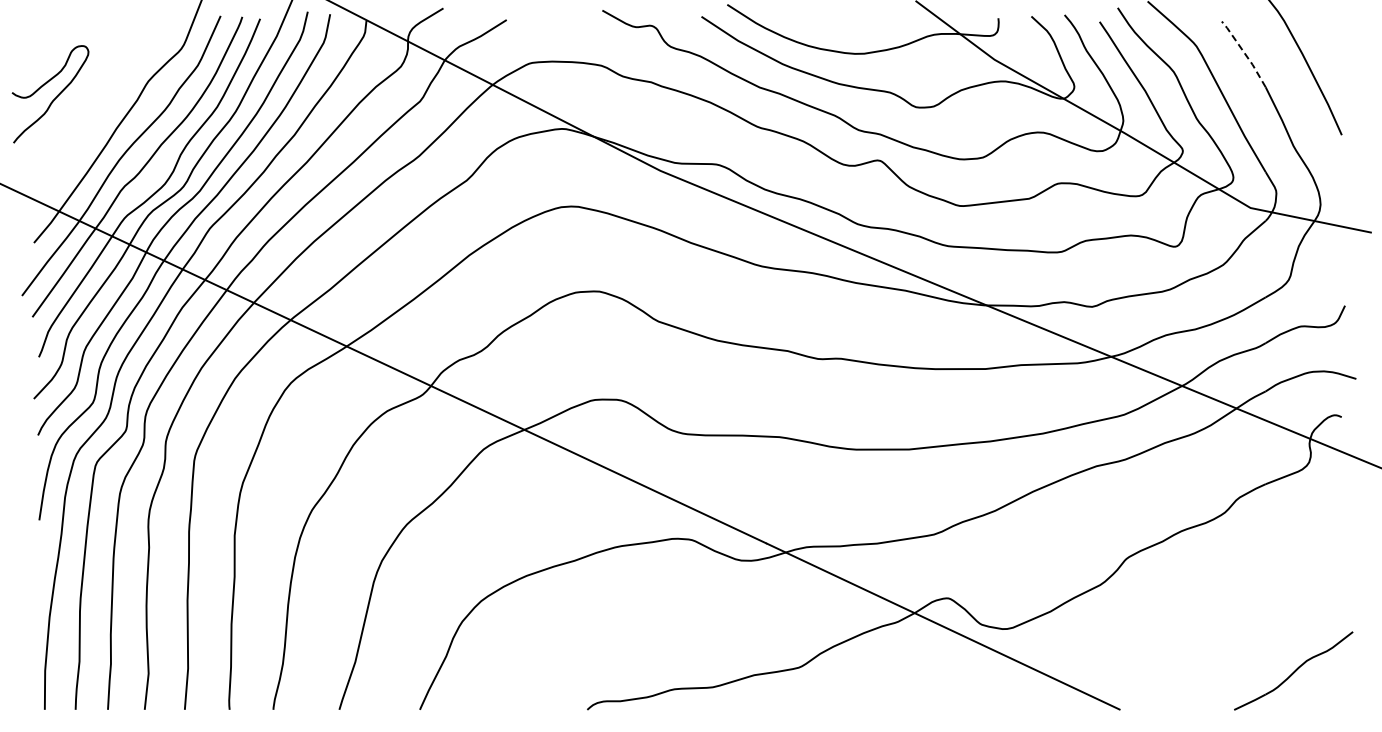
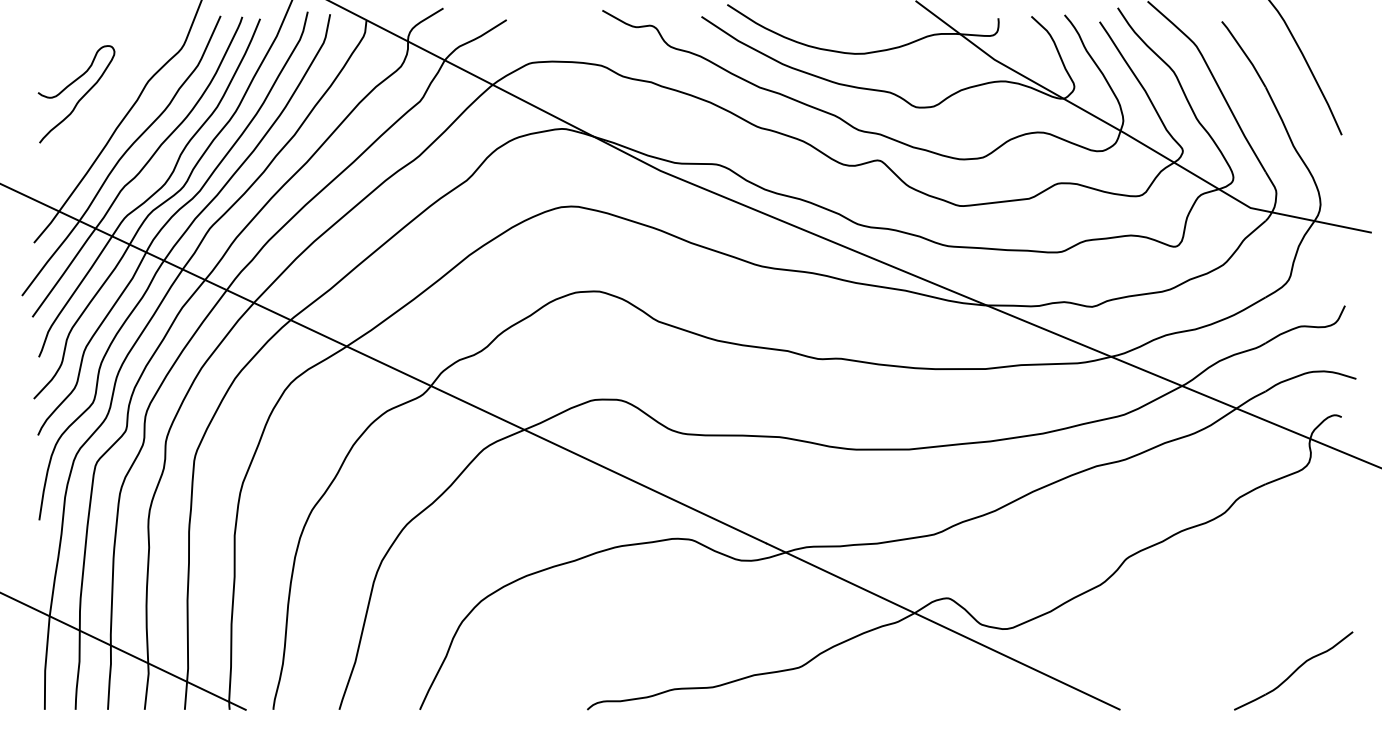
line at (1244, 53): dashed -> solid
curve at (54, 98) position: (54, 98) -> (80, 98)
line at (123, 651): none -> present
